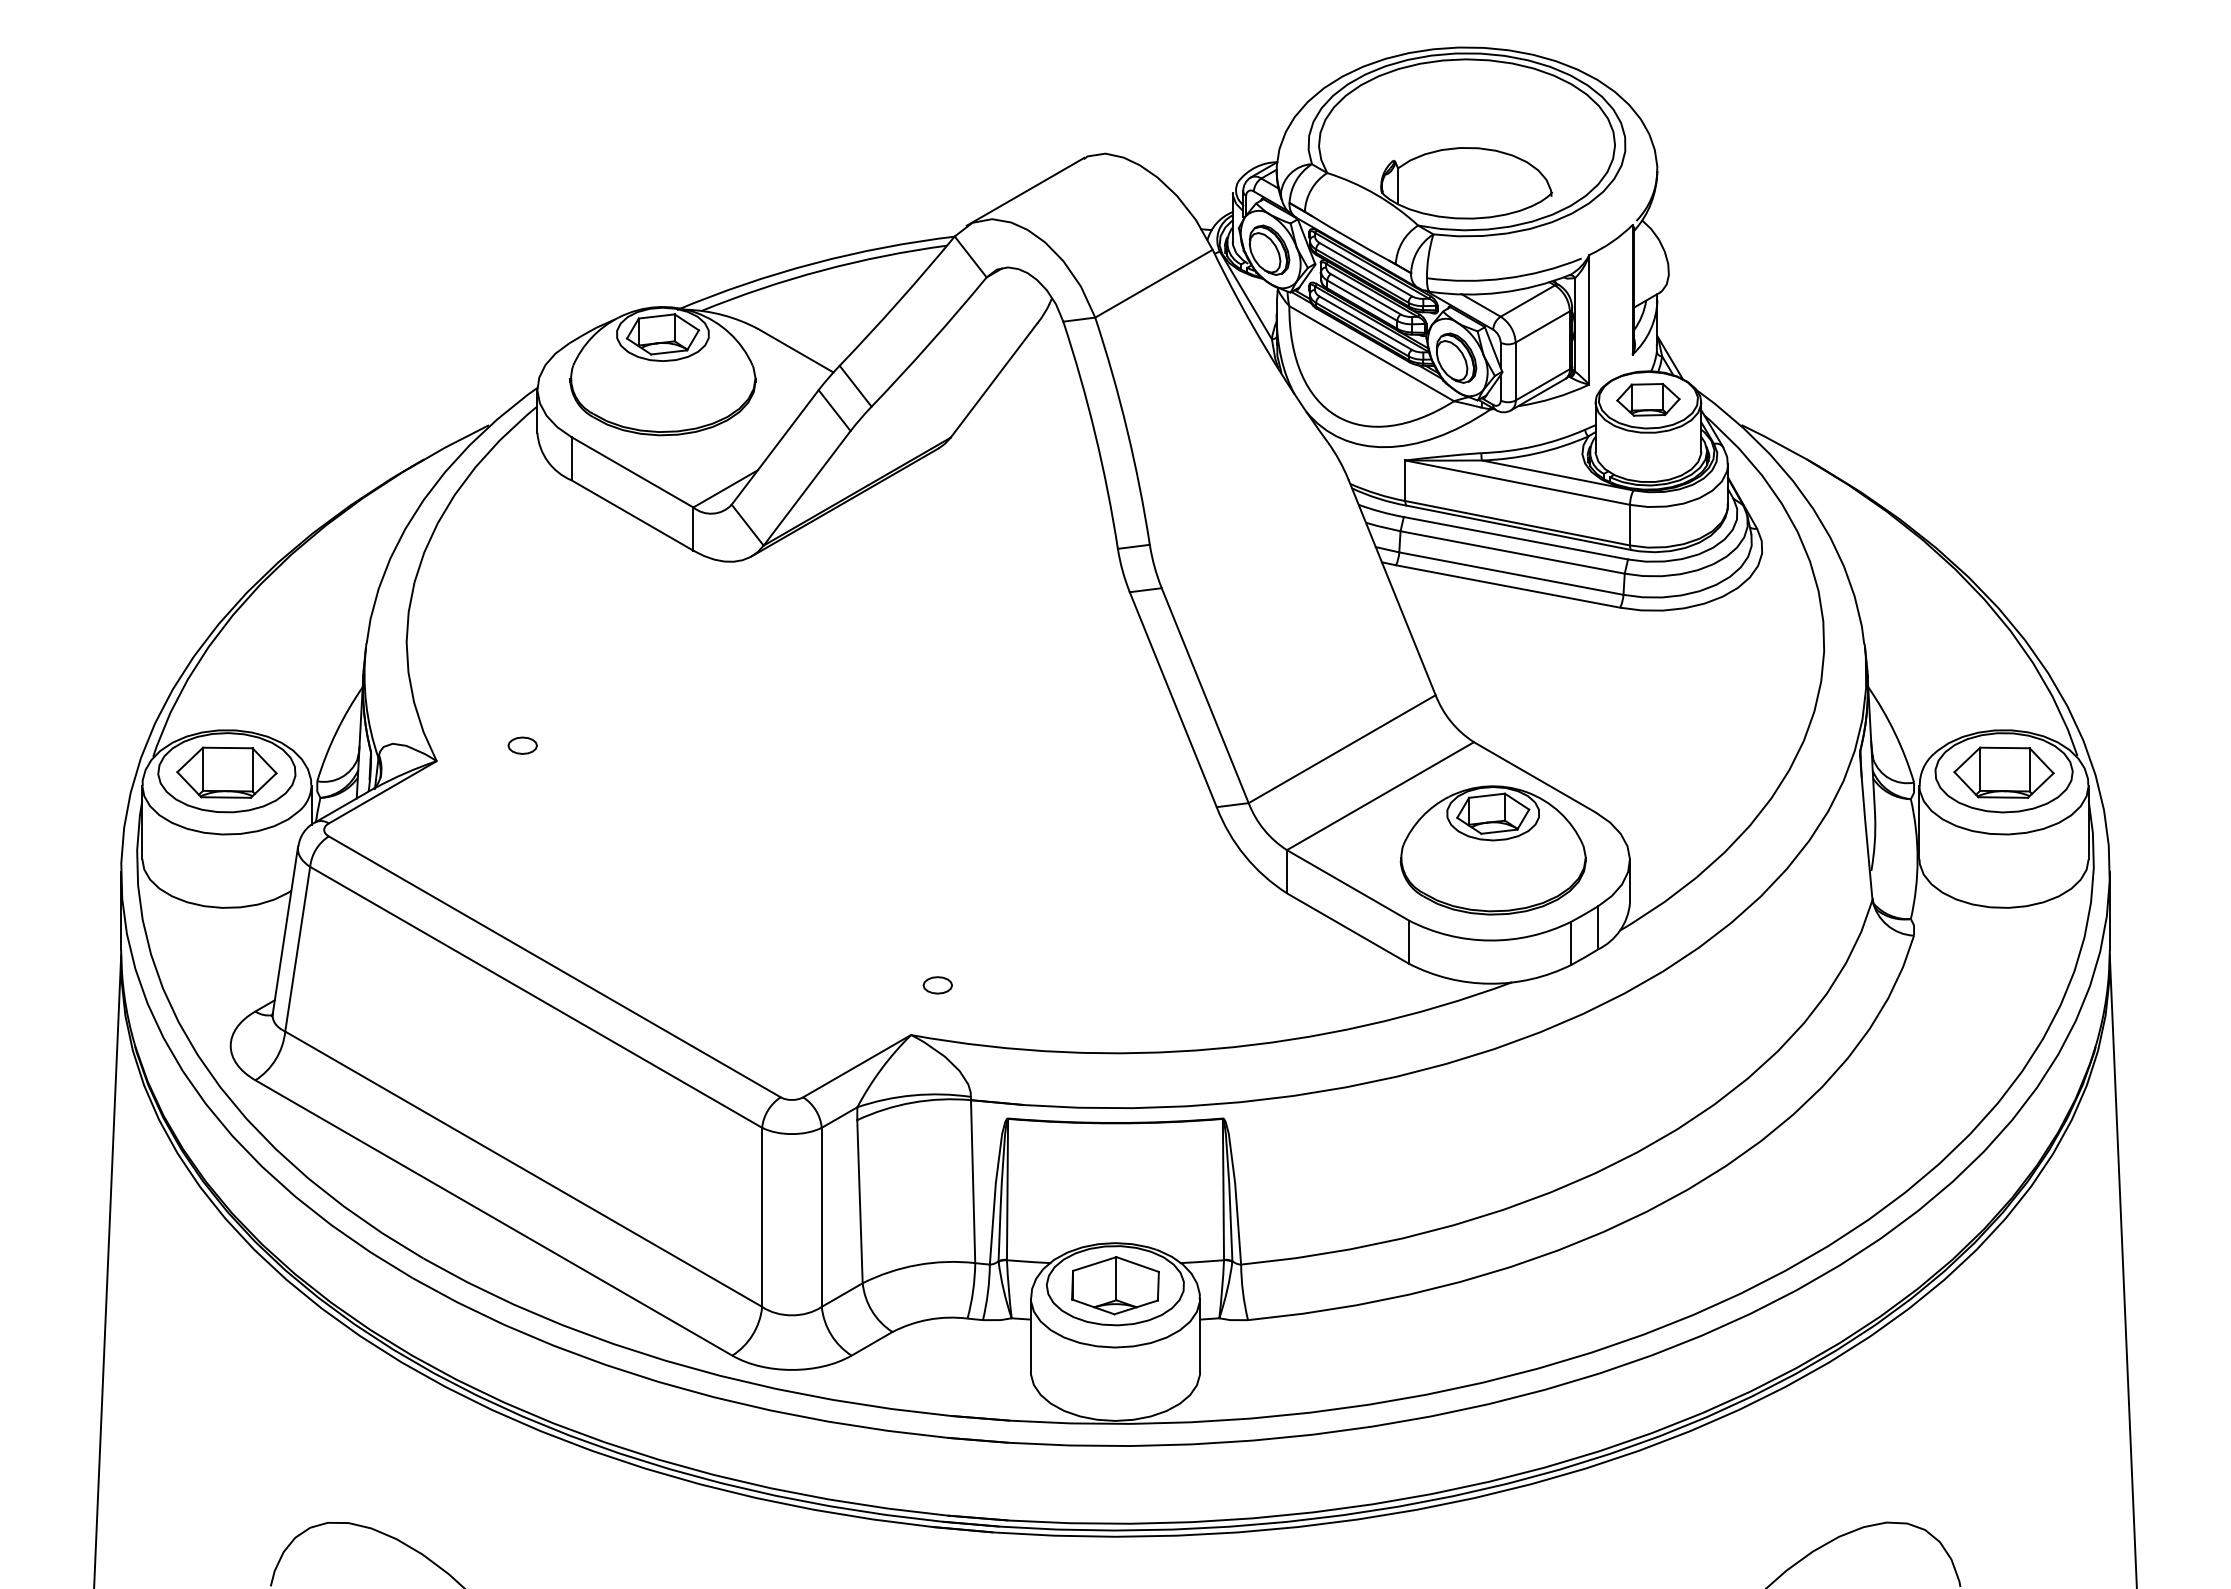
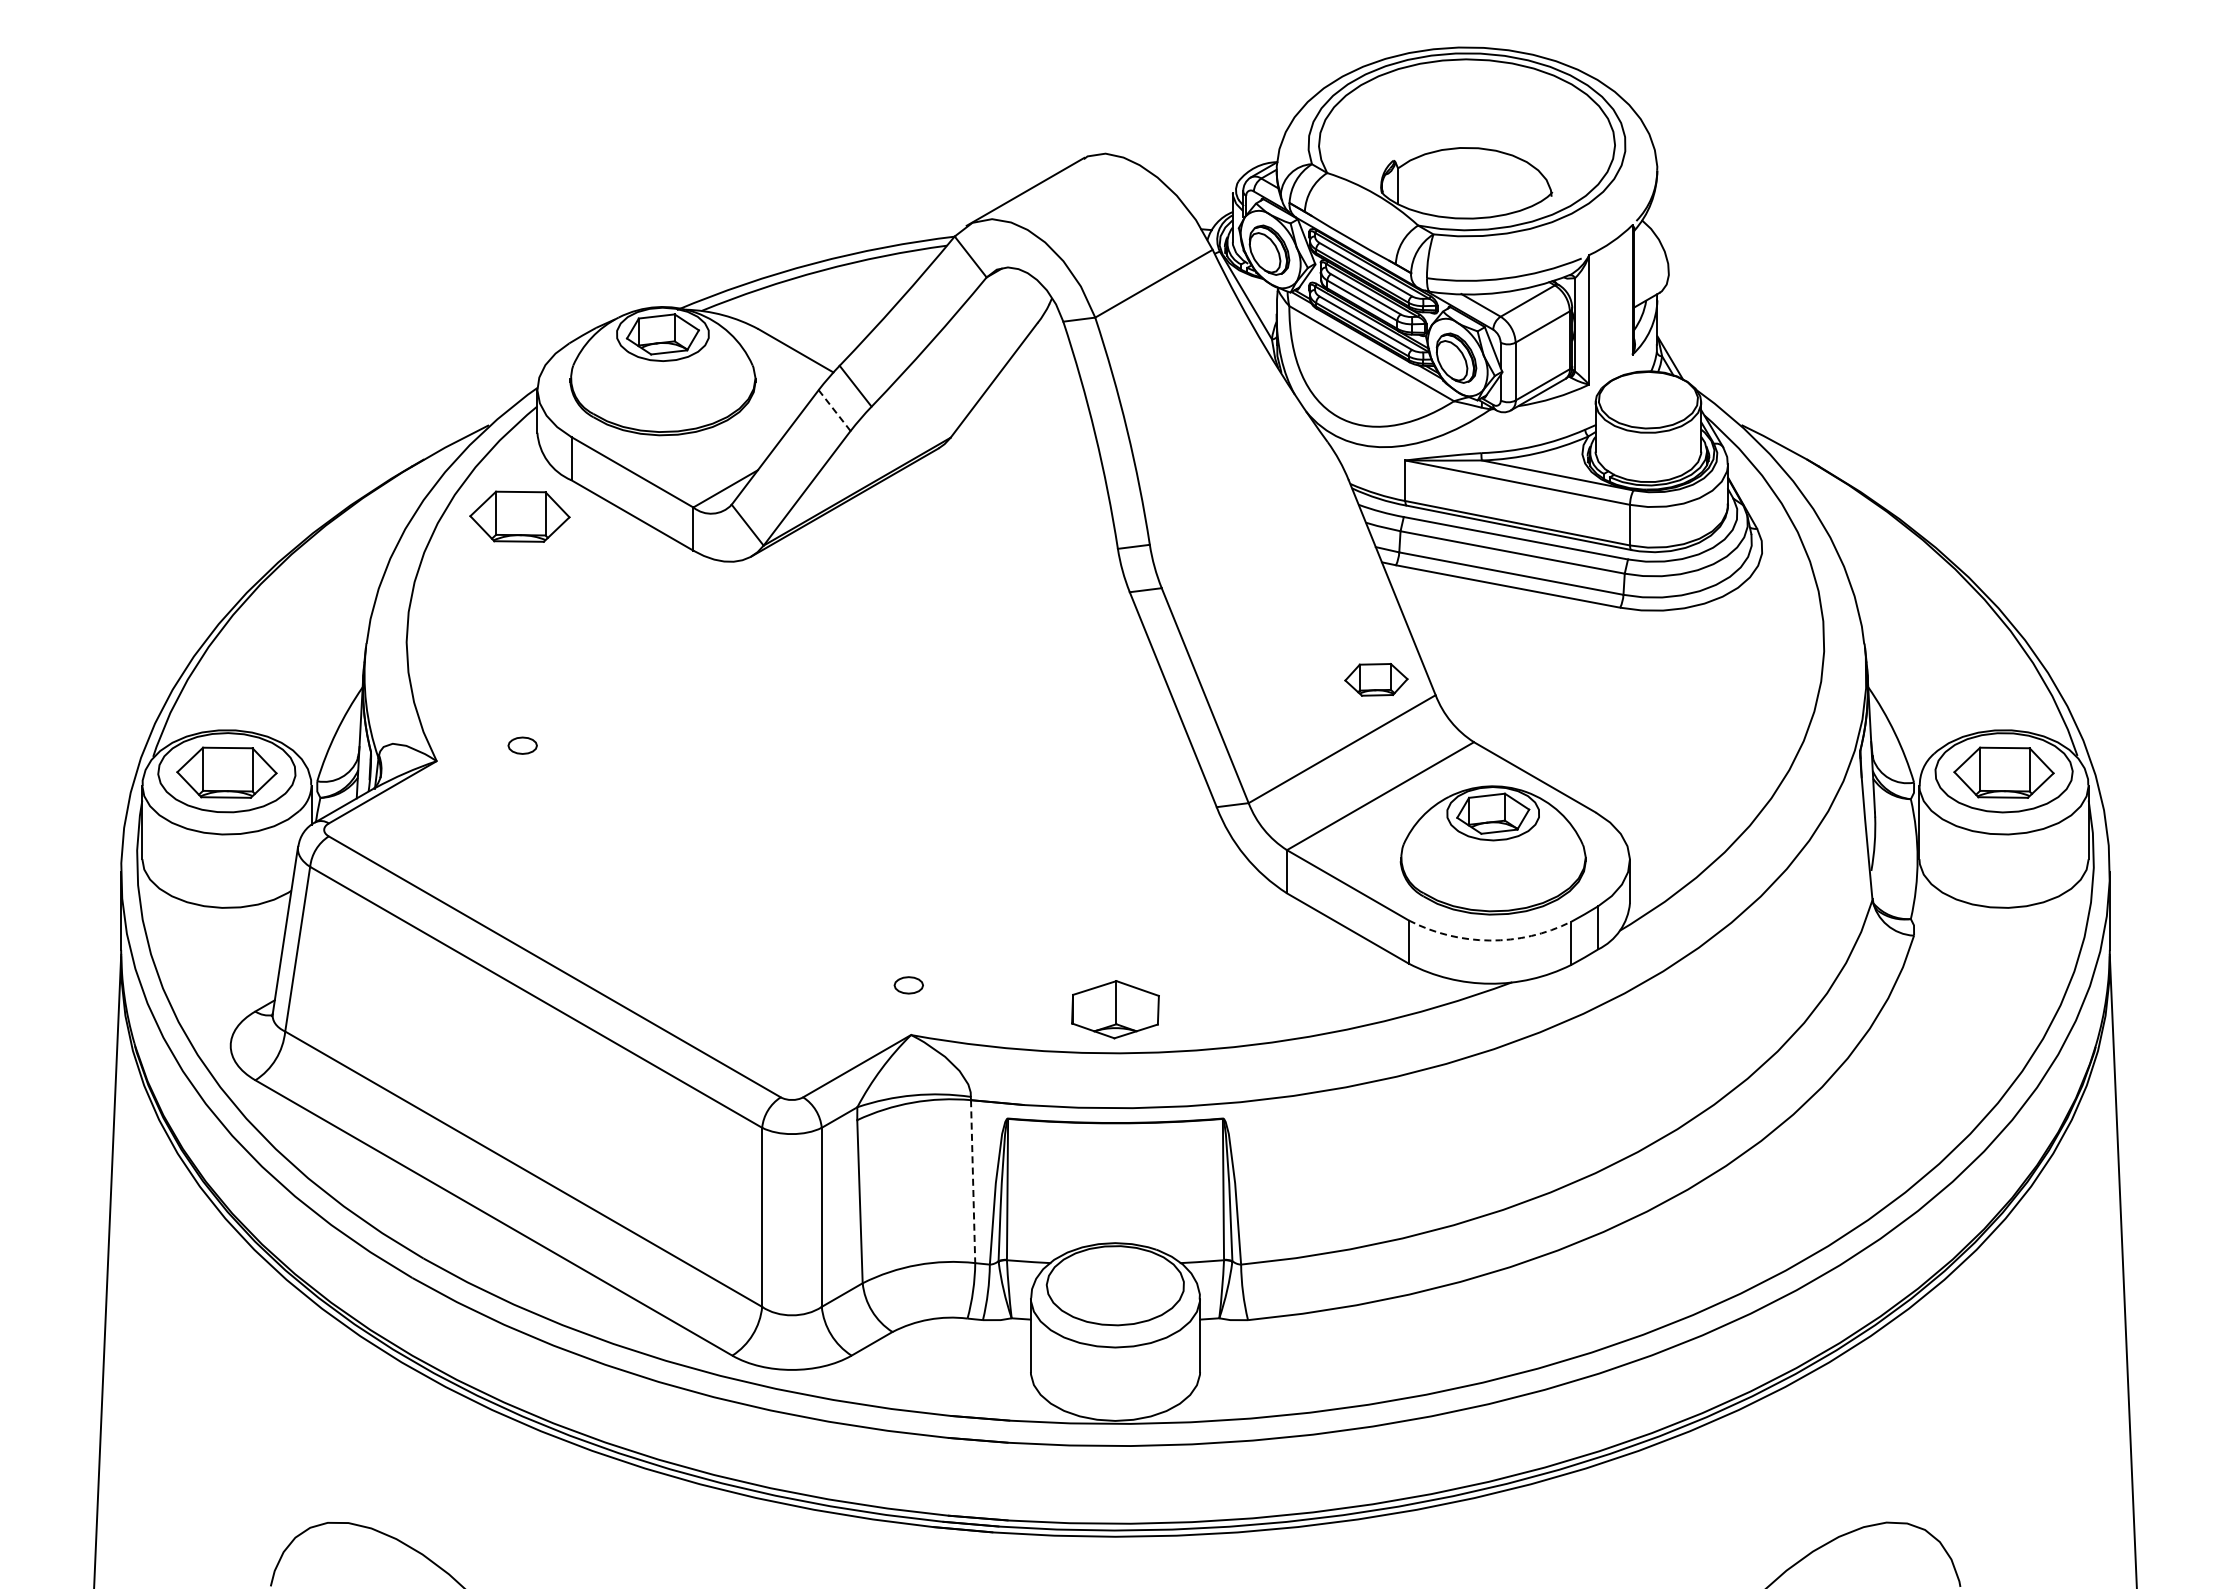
part at (1648, 399) position: (1648, 399) -> (1376, 679)
line at (834, 410): solid -> dashed
part at (519, 516): none -> present
arc at (1489, 940): solid -> dashed
part at (937, 985) position: (937, 985) -> (908, 985)
line at (973, 1182): solid -> dashed
part at (1115, 1285) position: (1115, 1285) -> (1115, 1009)
